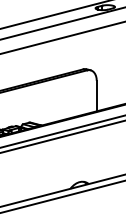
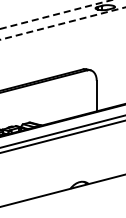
line at (56, 14): solid -> dashed
line at (62, 23): solid -> dashed
line at (62, 37): present -> none
line at (62, 196): present -> none
